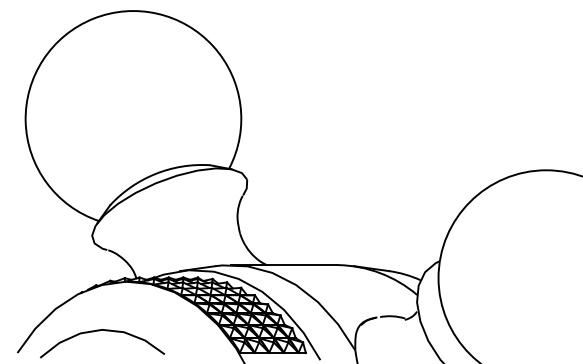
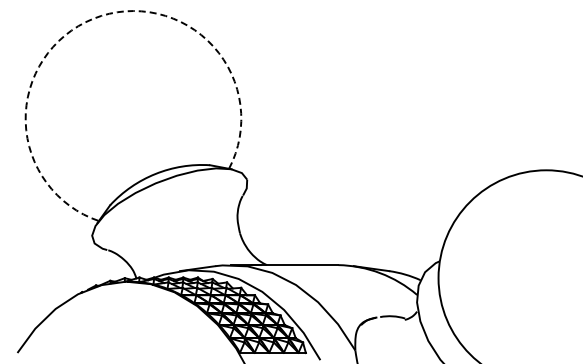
arc at (93, 18): solid -> dashed
curve at (99, 331): present -> none
